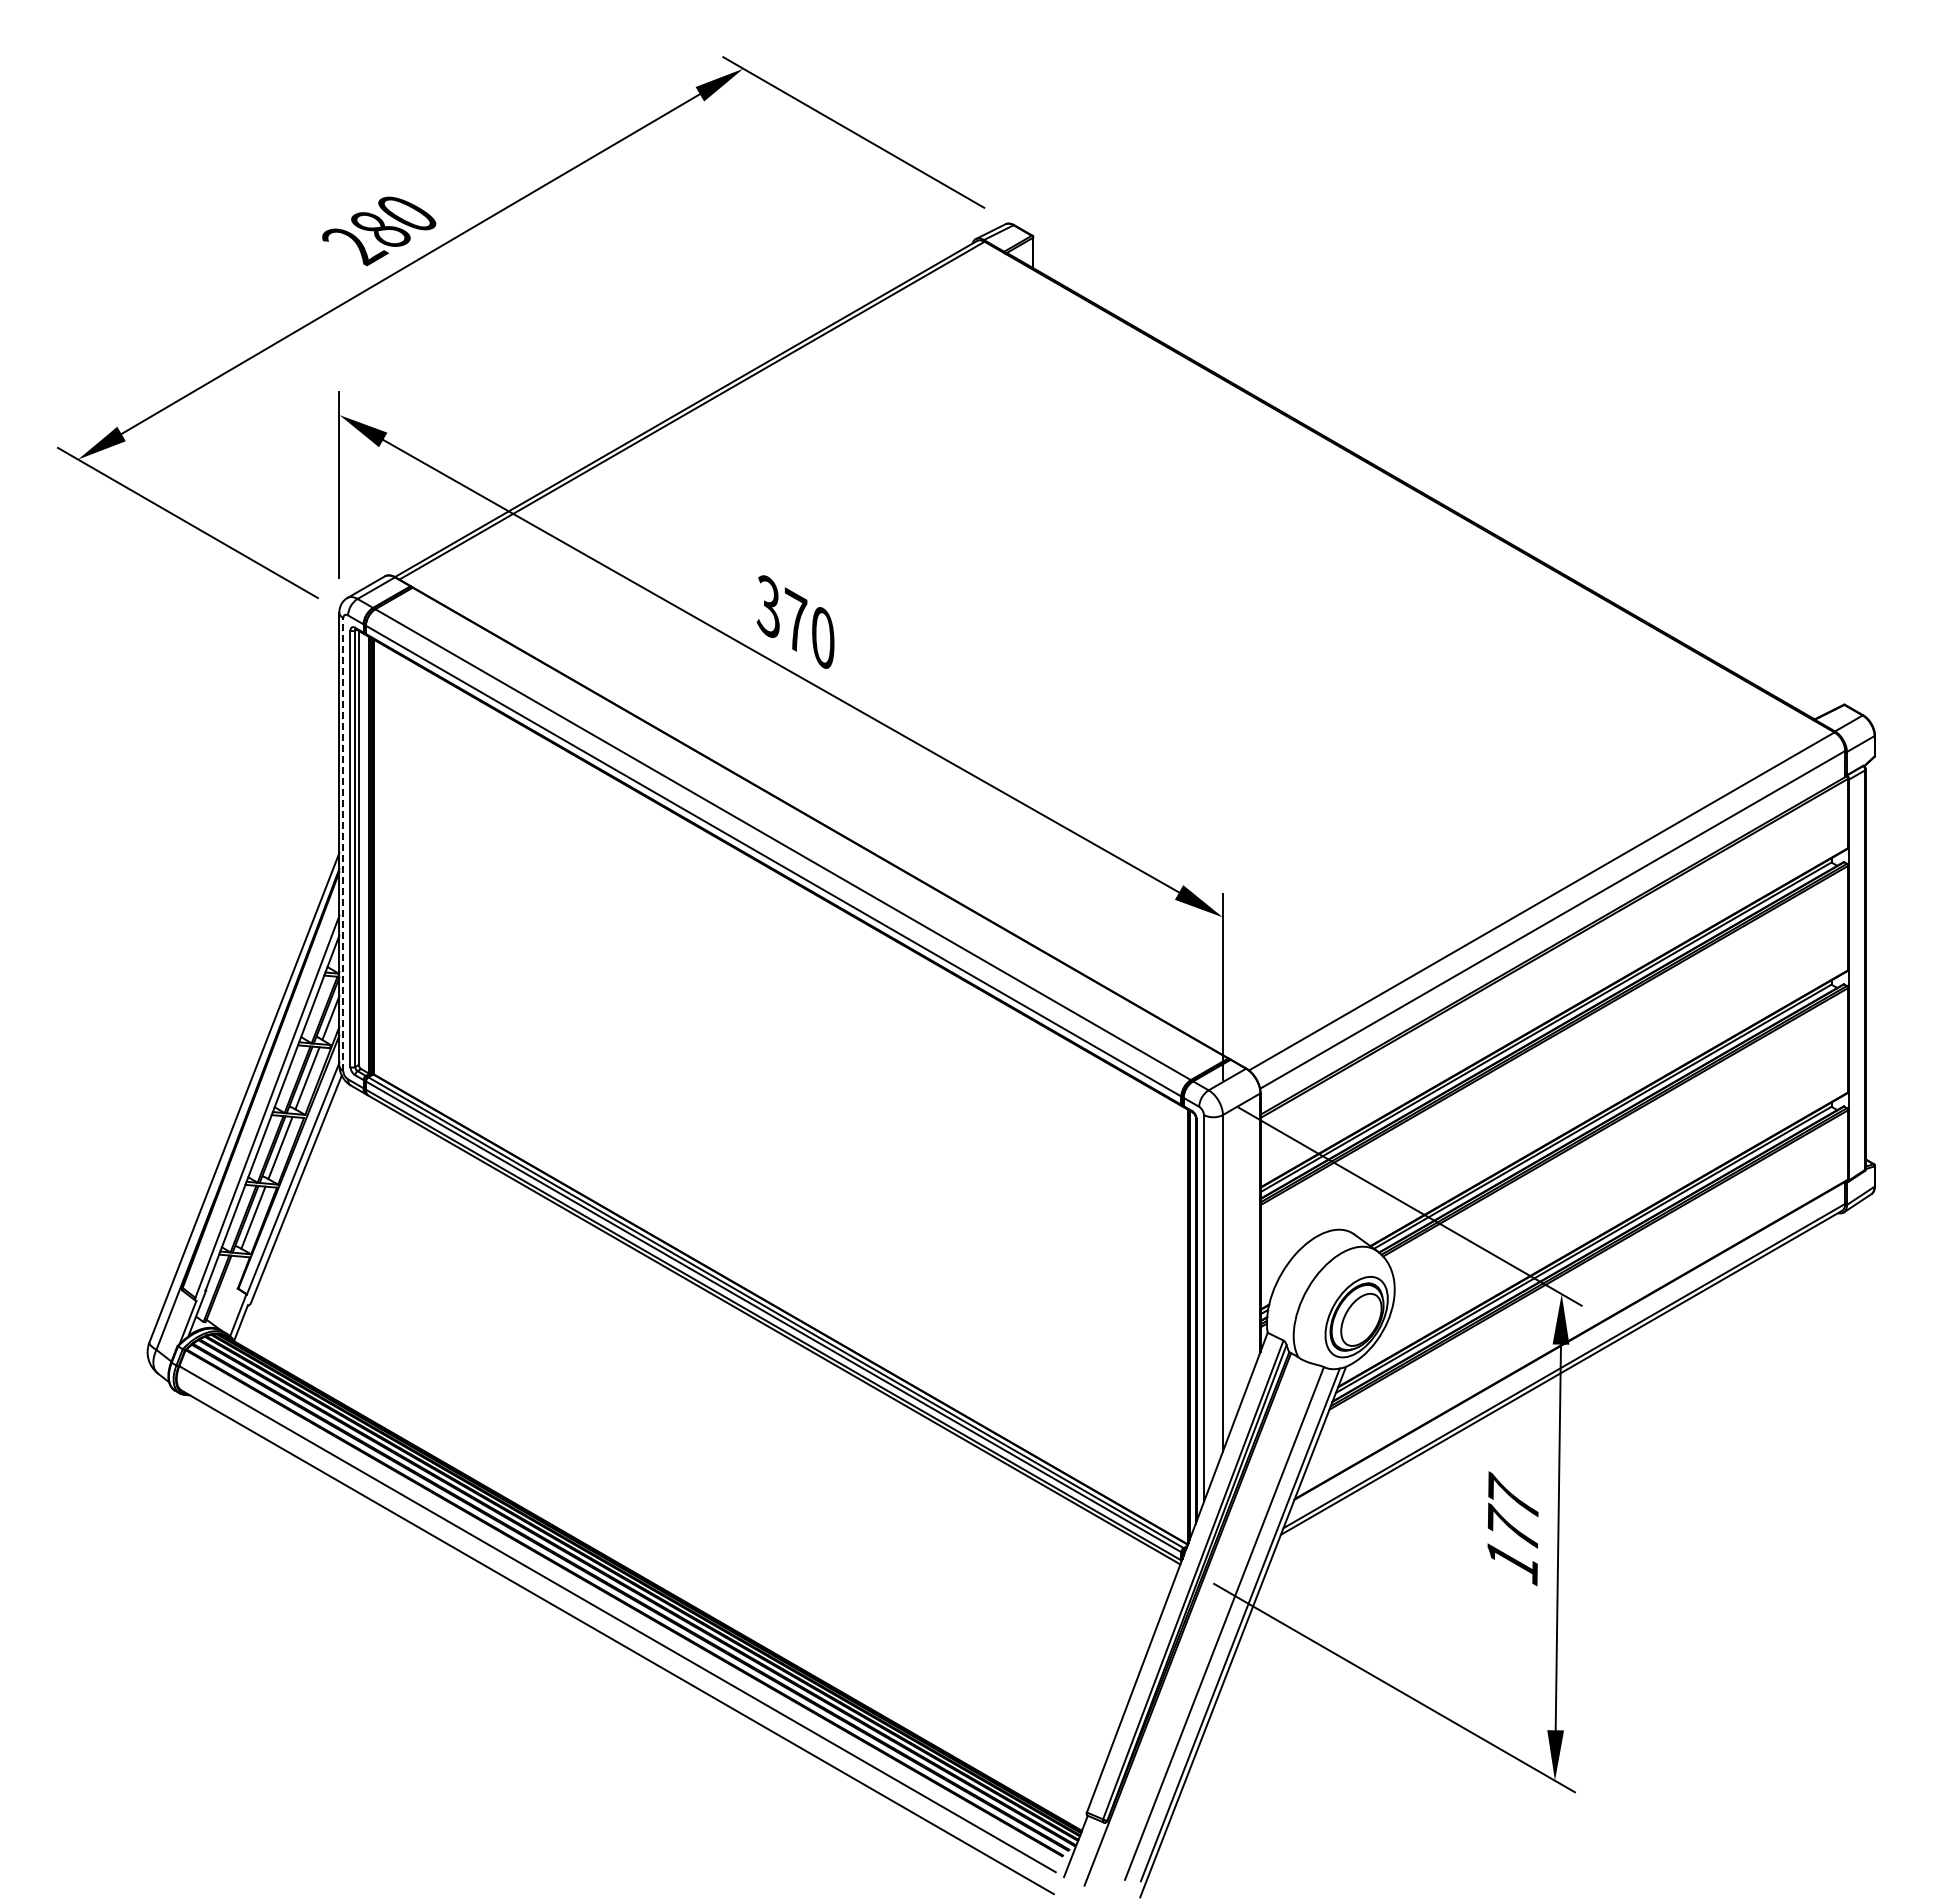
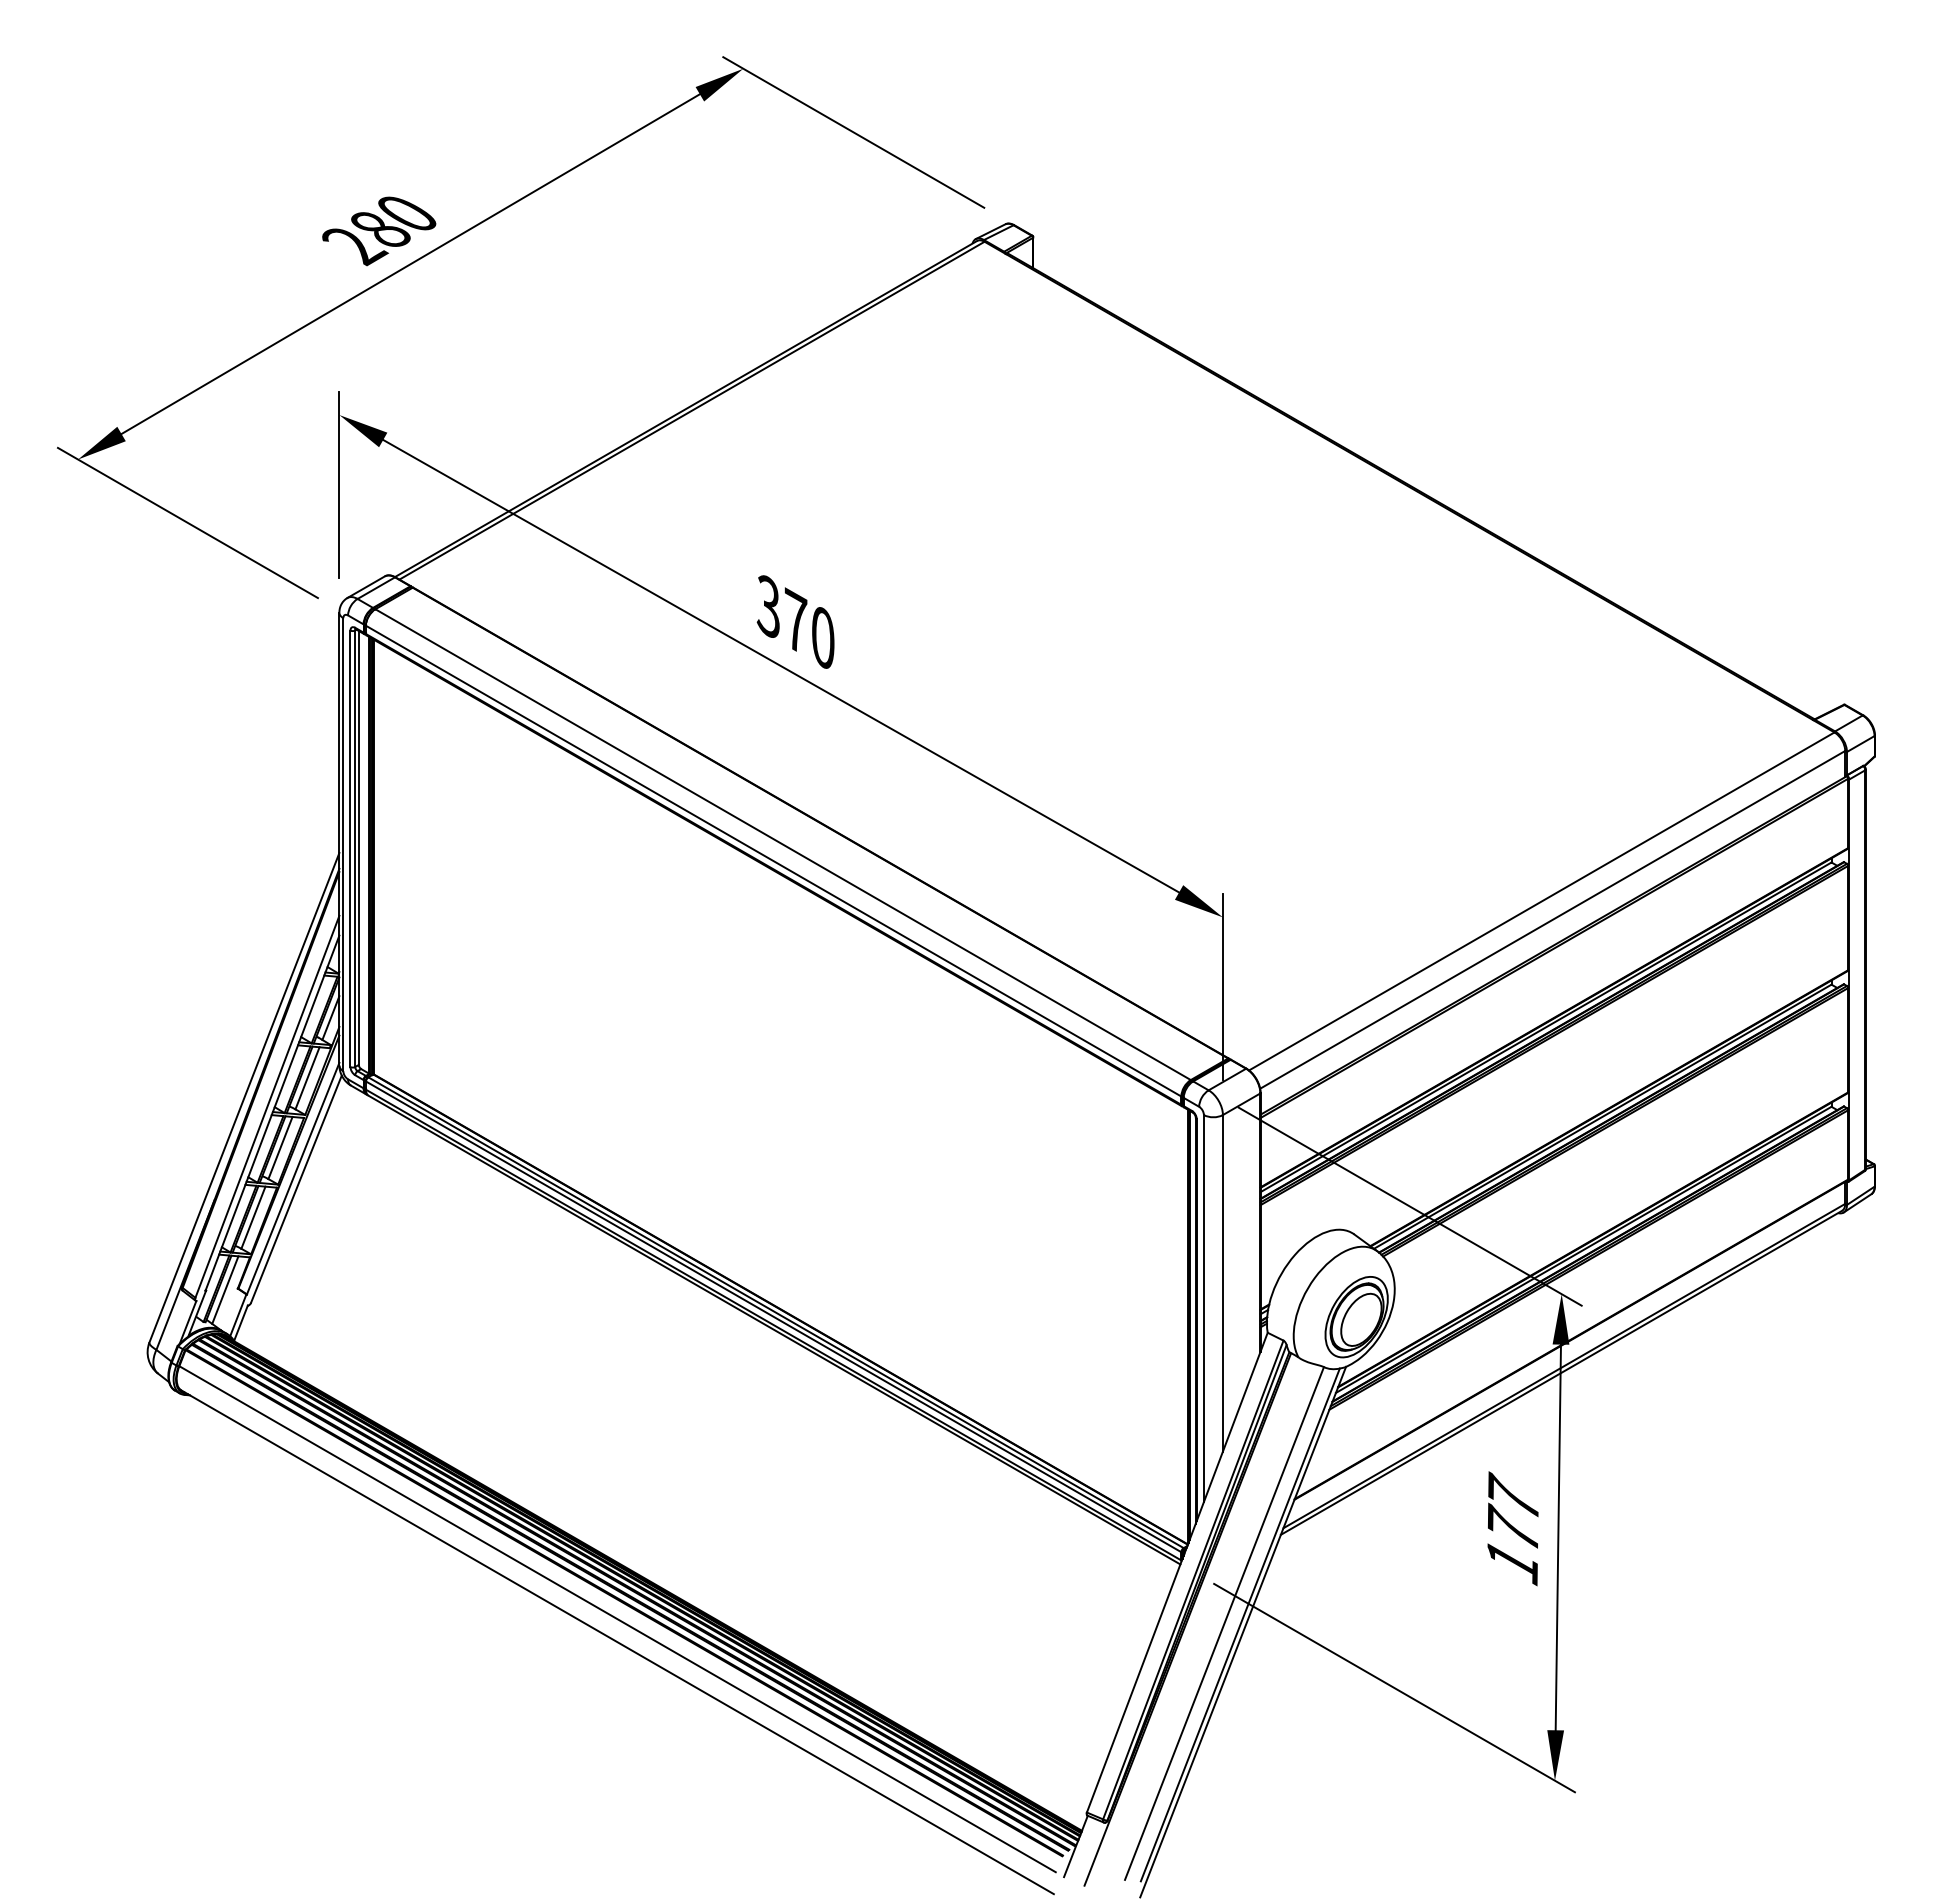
line at (343, 844): dashed -> solid
line at (225, 1289): none -> present
